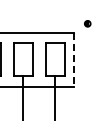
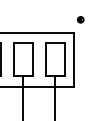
part at (87, 23) position: (87, 23) -> (80, 19)
line at (74, 59): dashed -> solid
